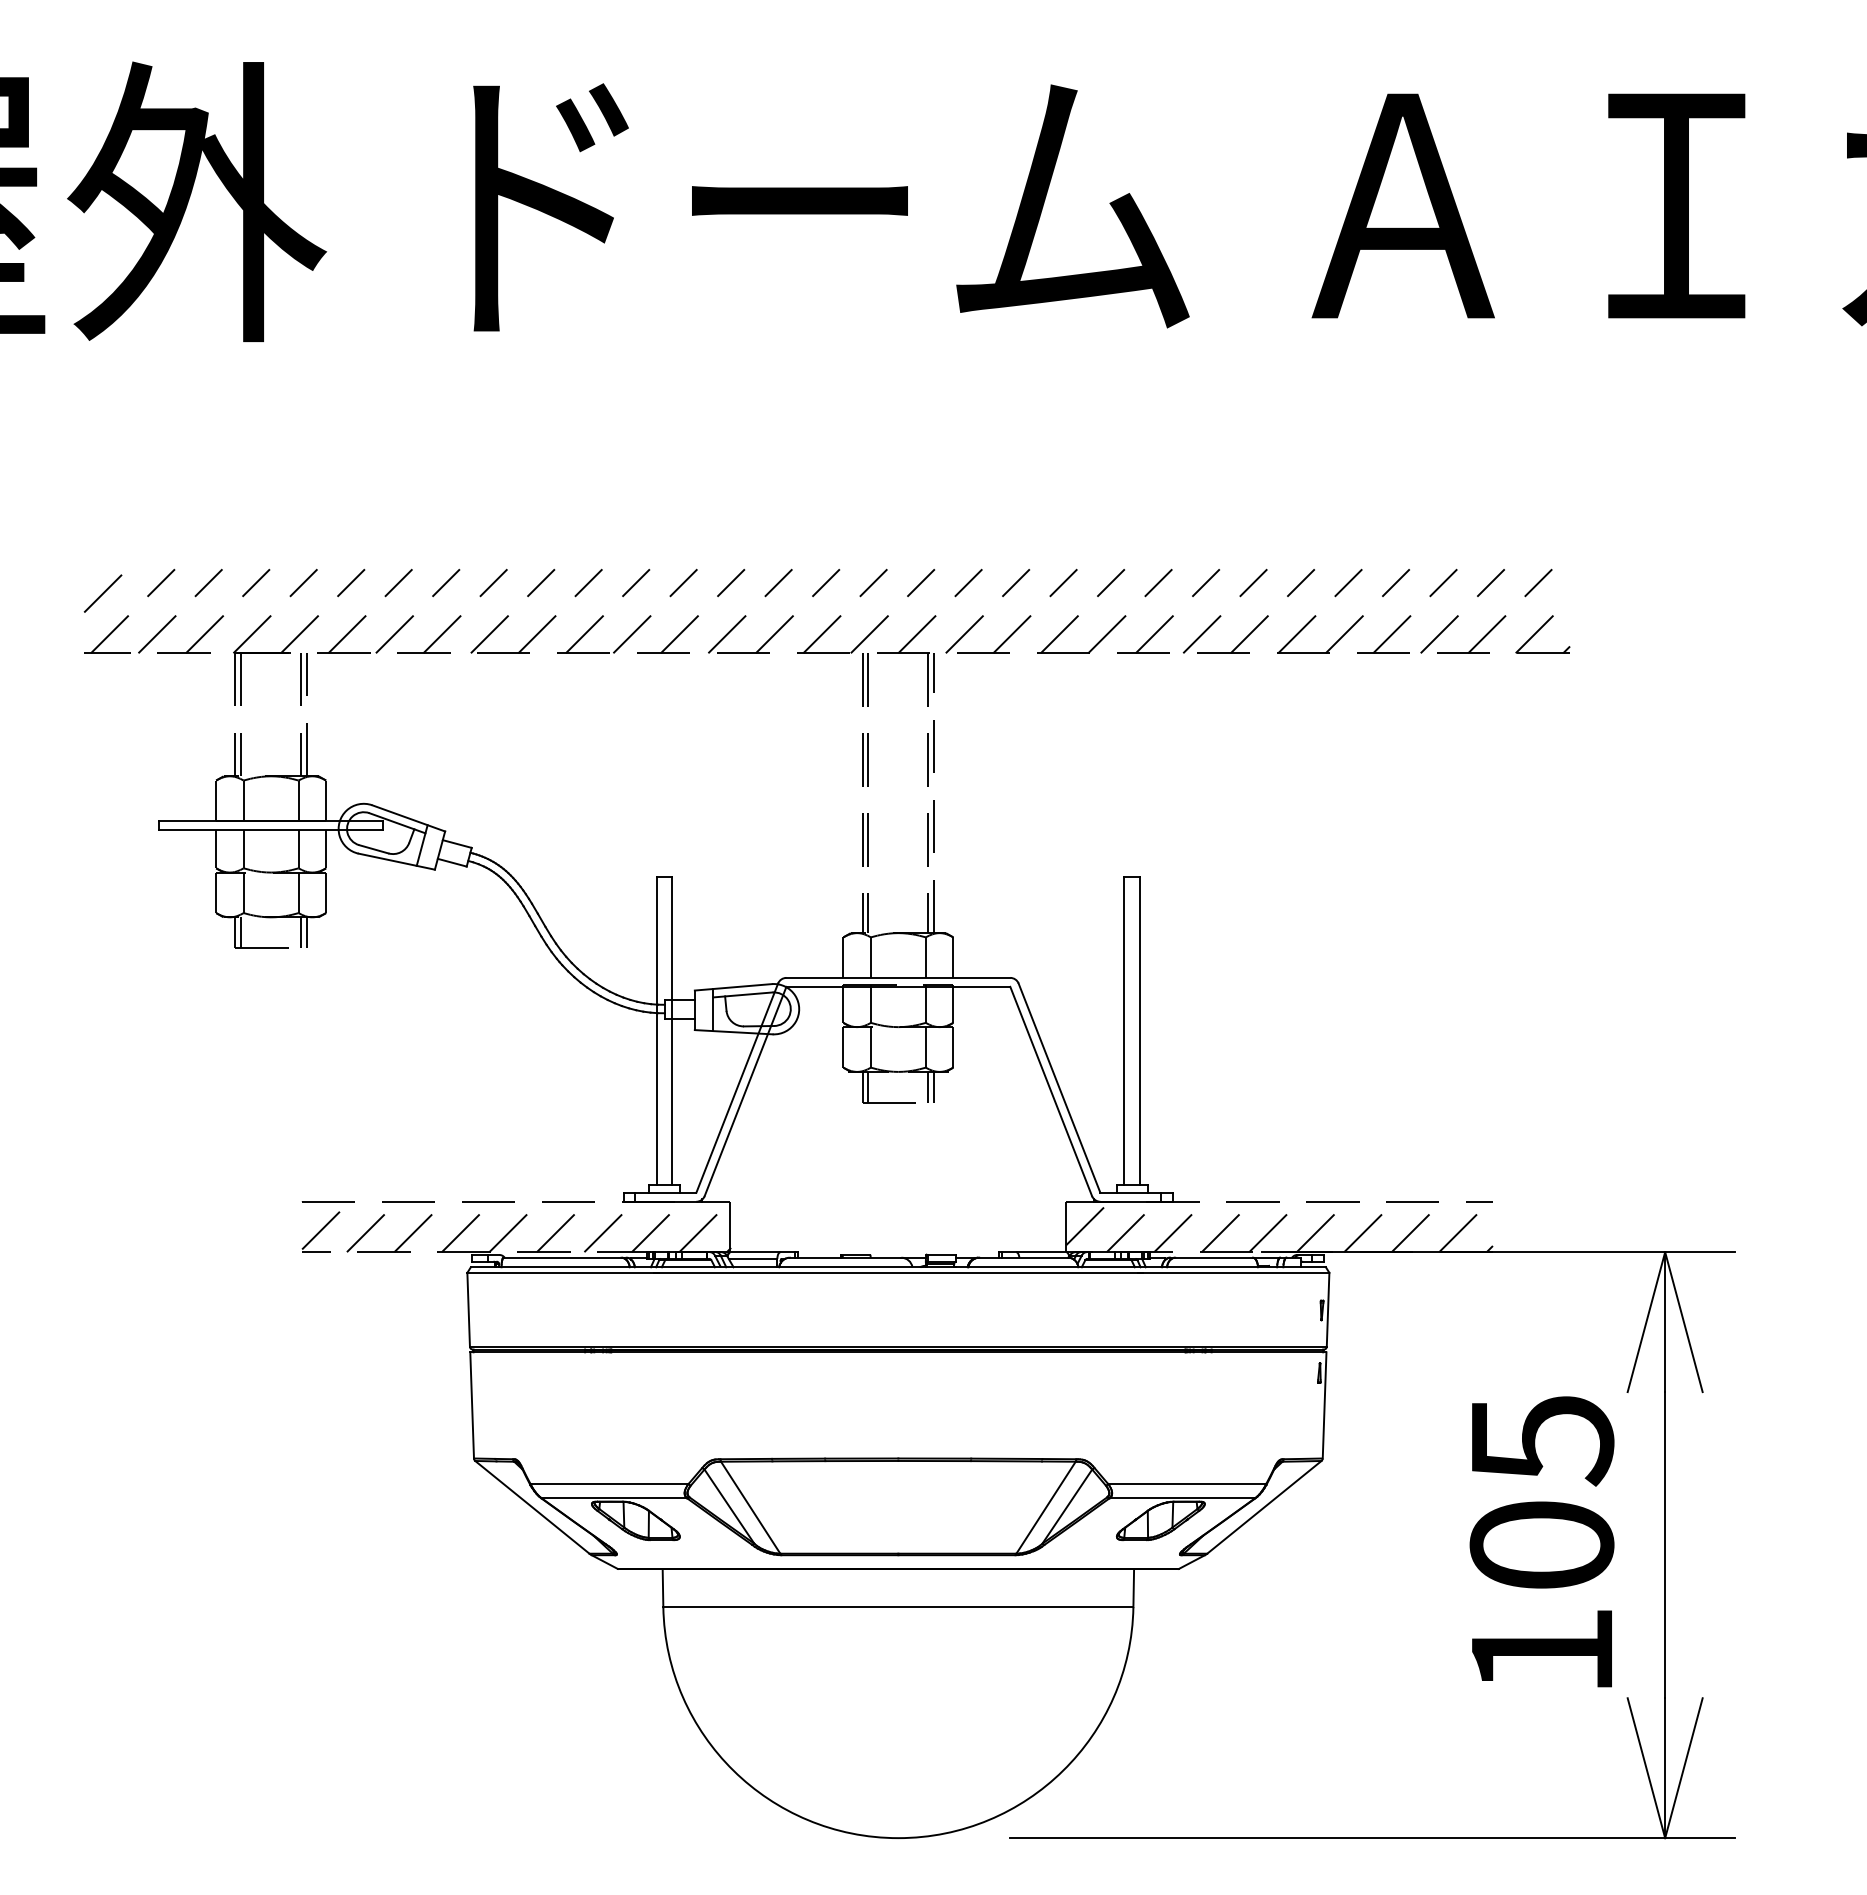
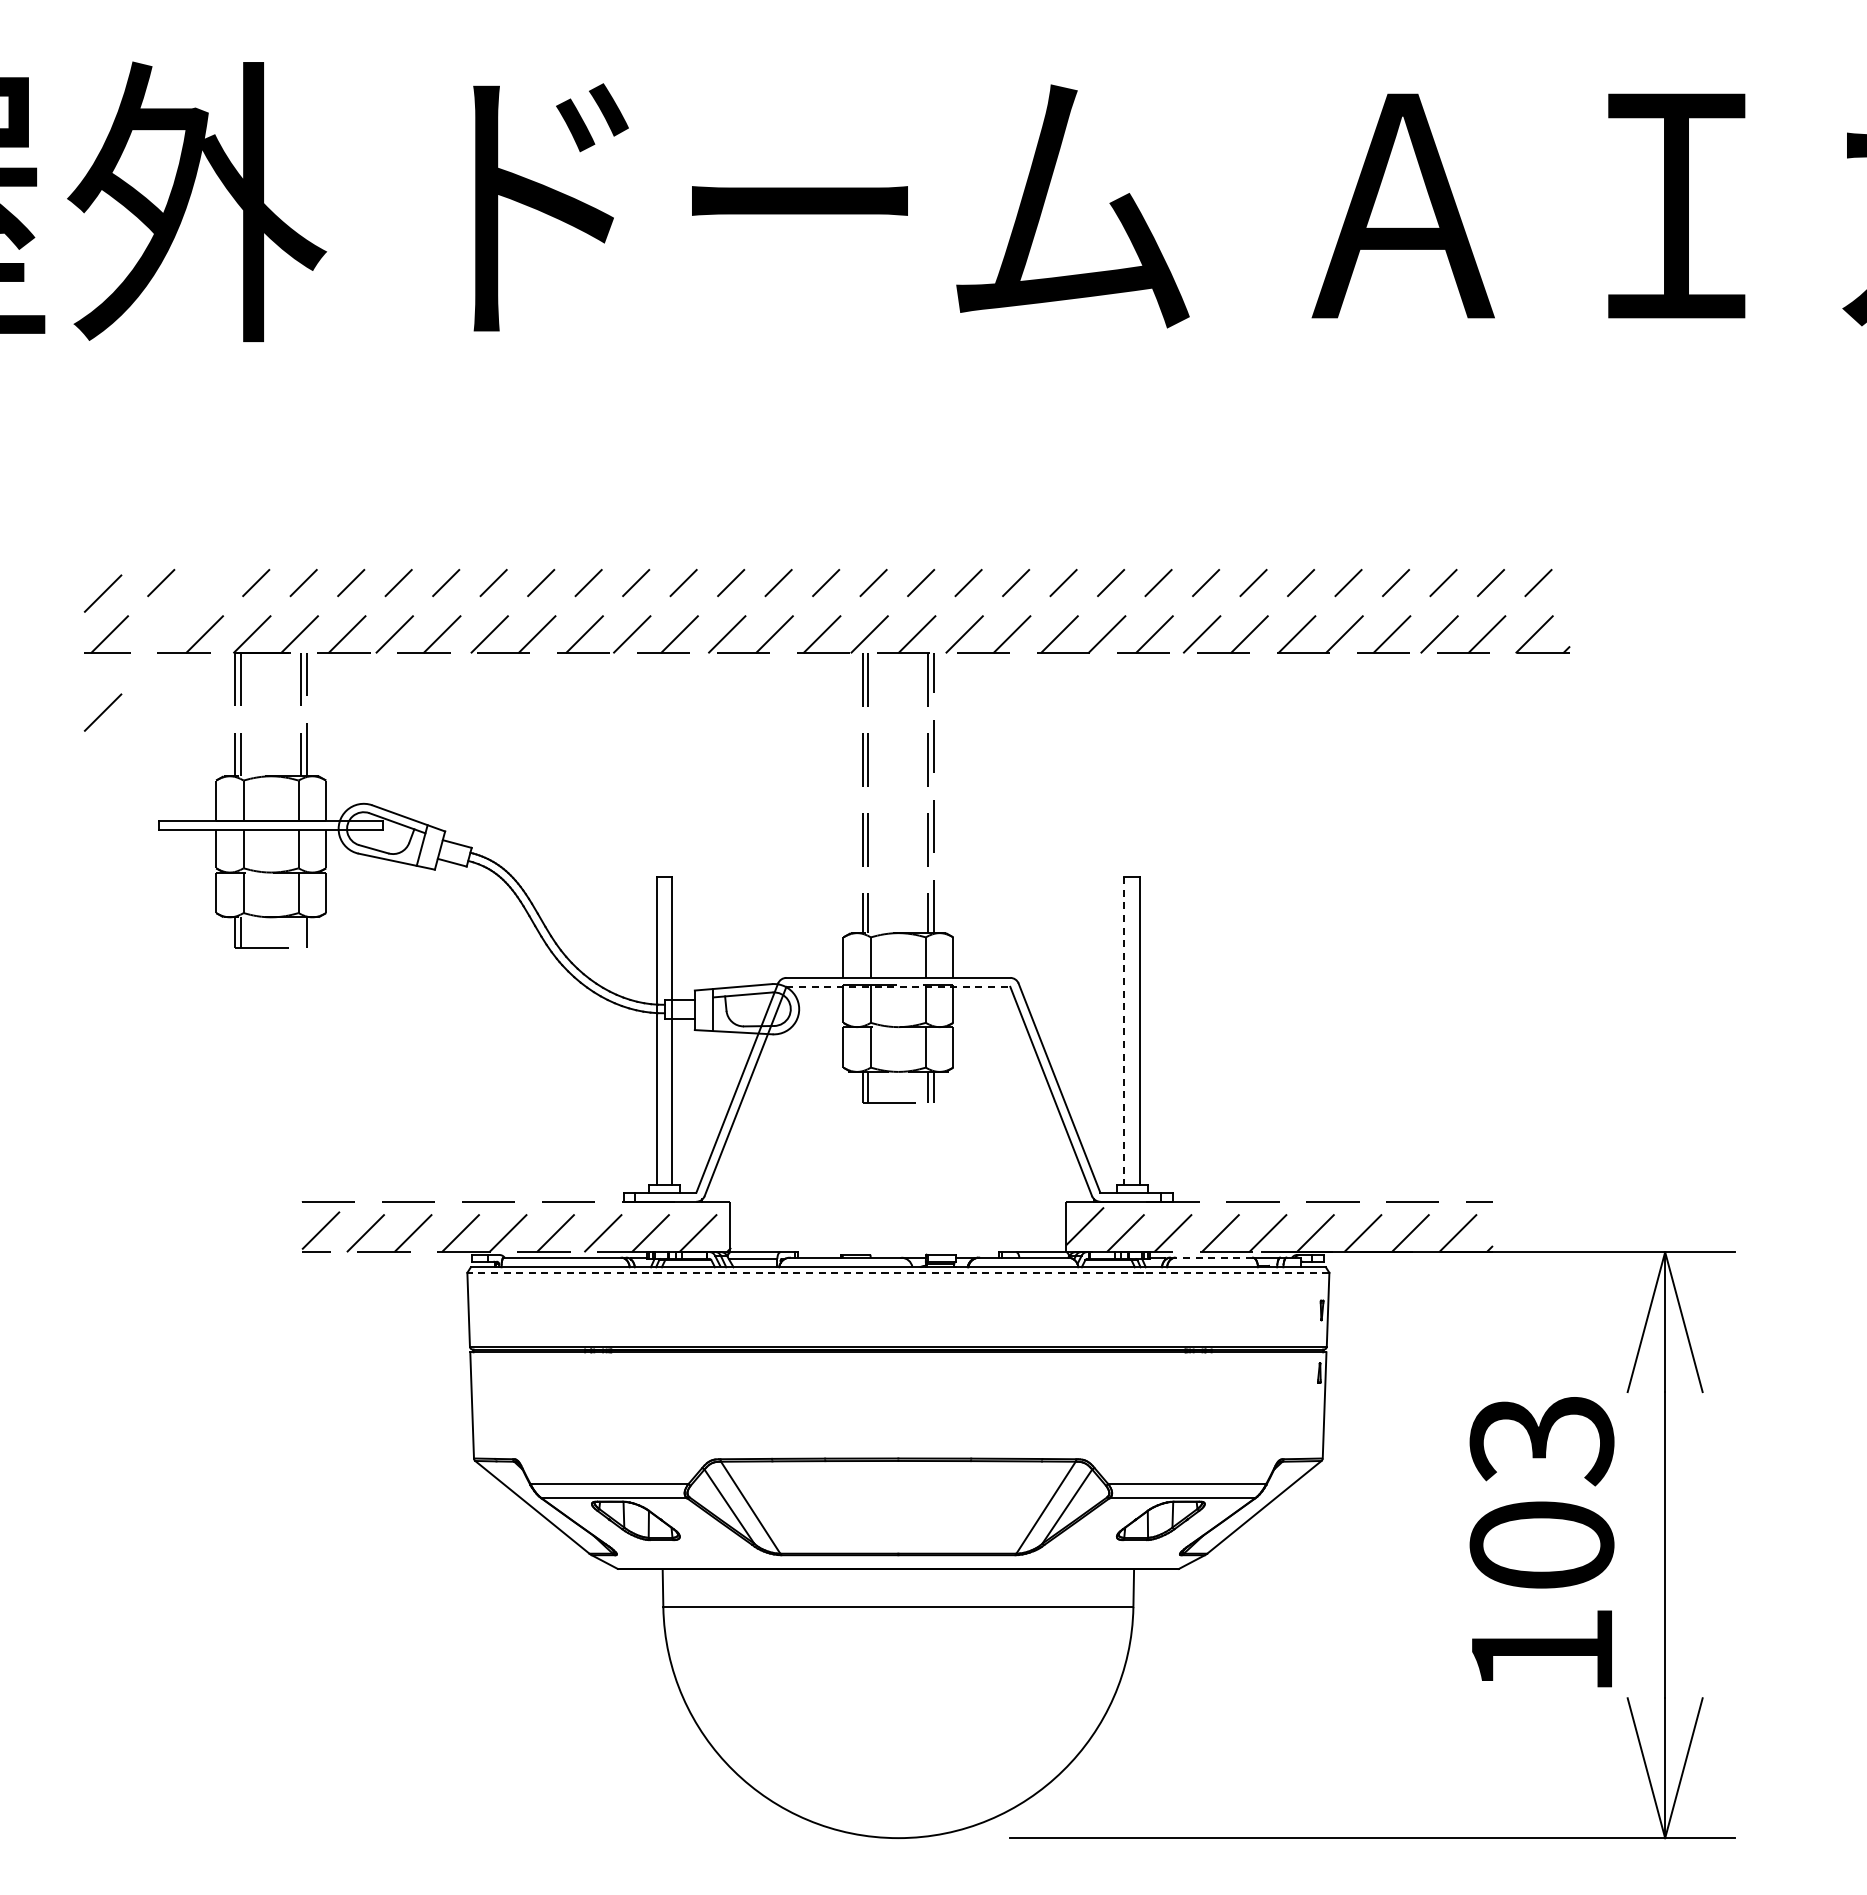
line at (176, 615): present -> none
line at (102, 712): none -> present
line at (301, 932): present -> none
line at (898, 986): solid -> dashed
line at (1124, 1031): solid -> dashed
line at (1211, 1257): solid -> dashed
line at (897, 1272): solid -> dashed
text at (1541, 1441): 105 -> 103
